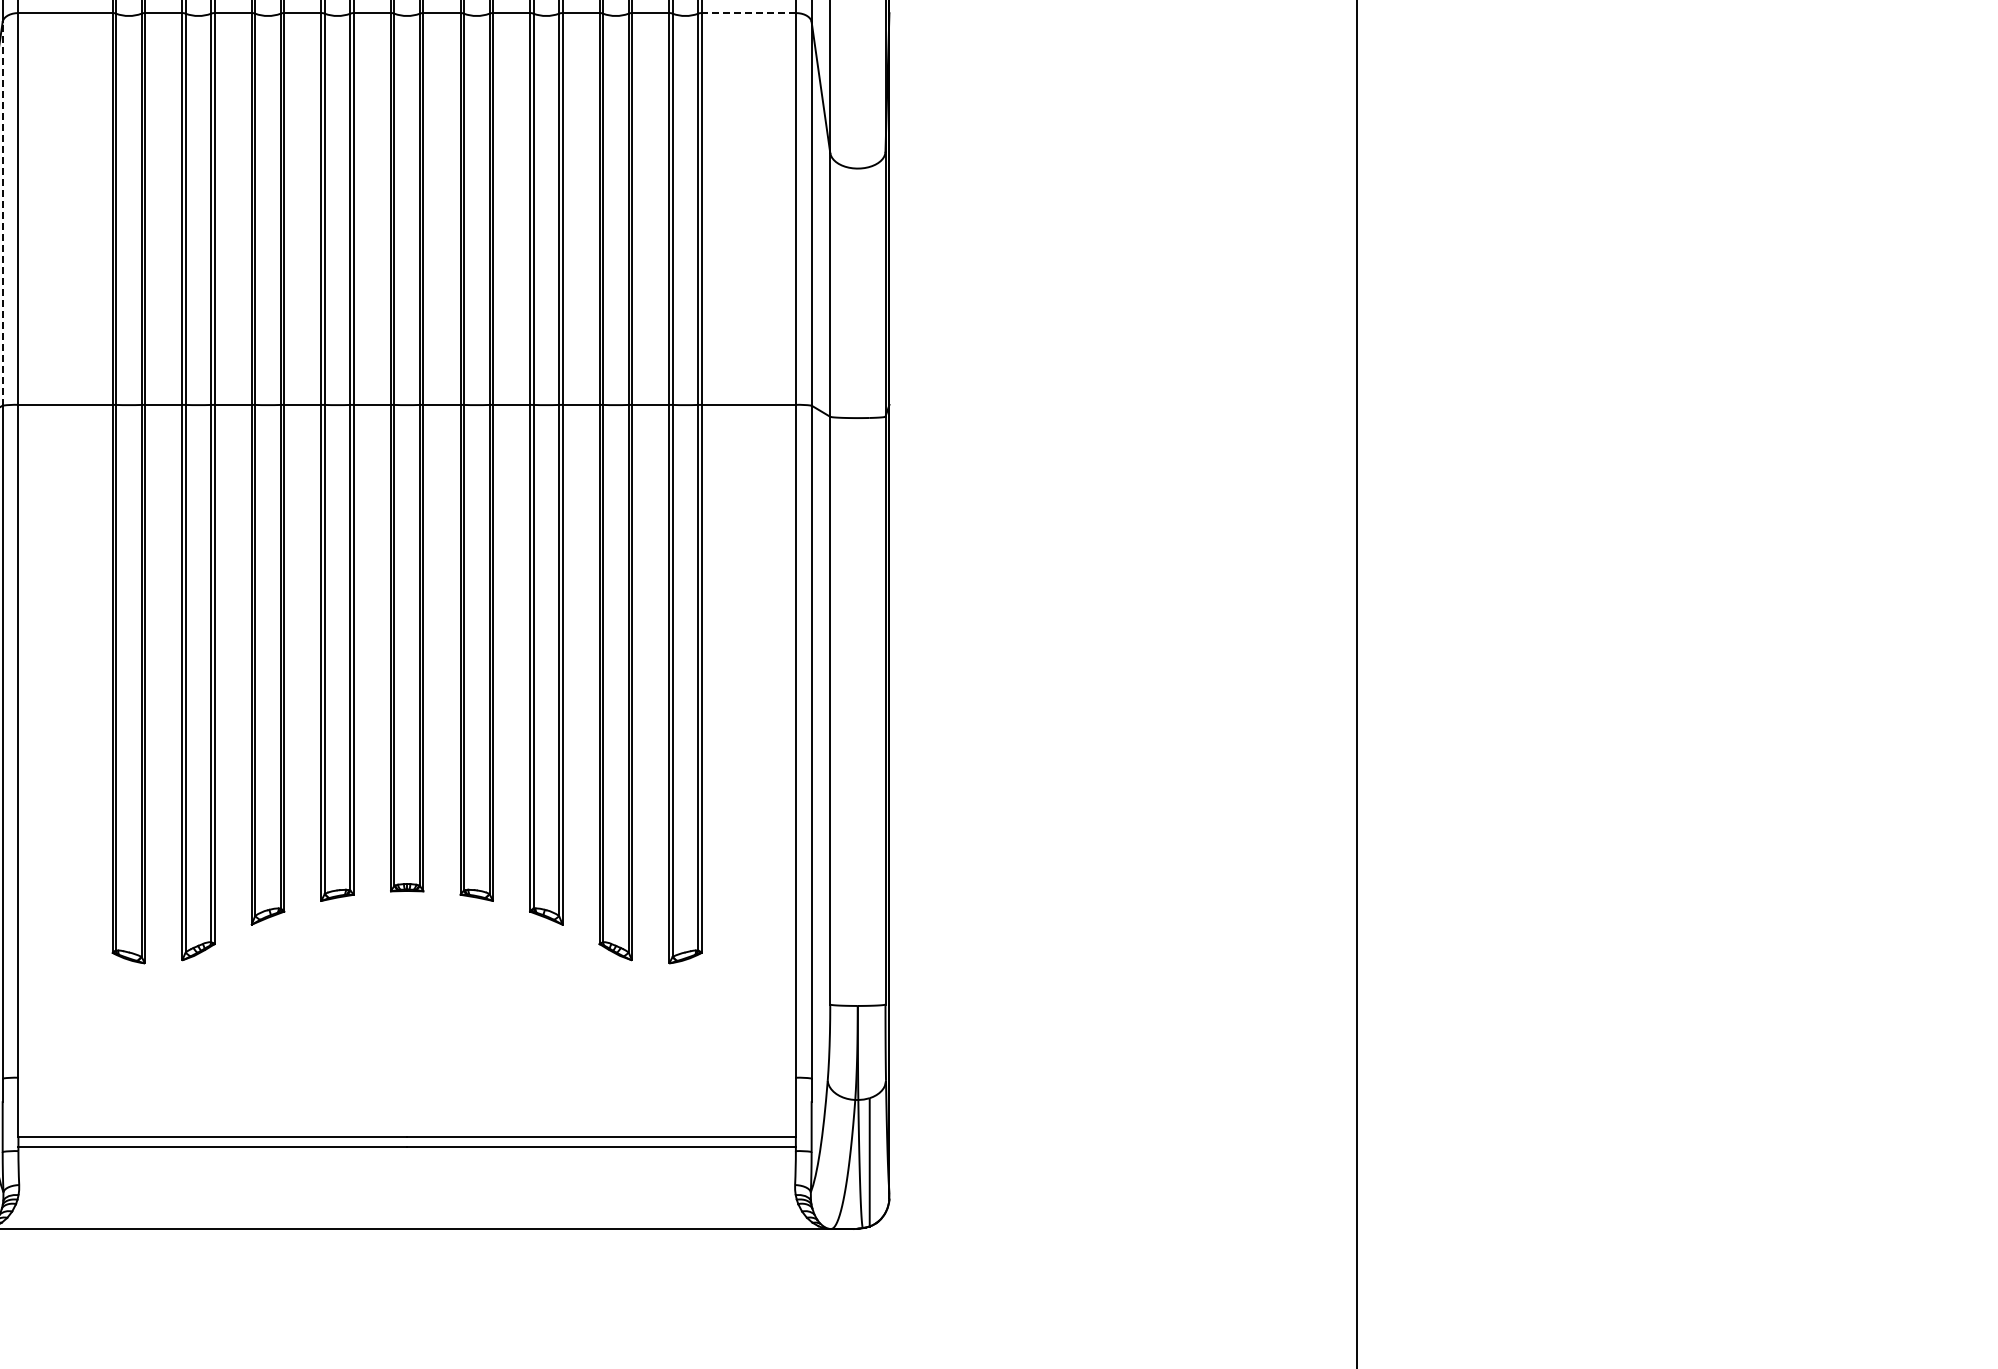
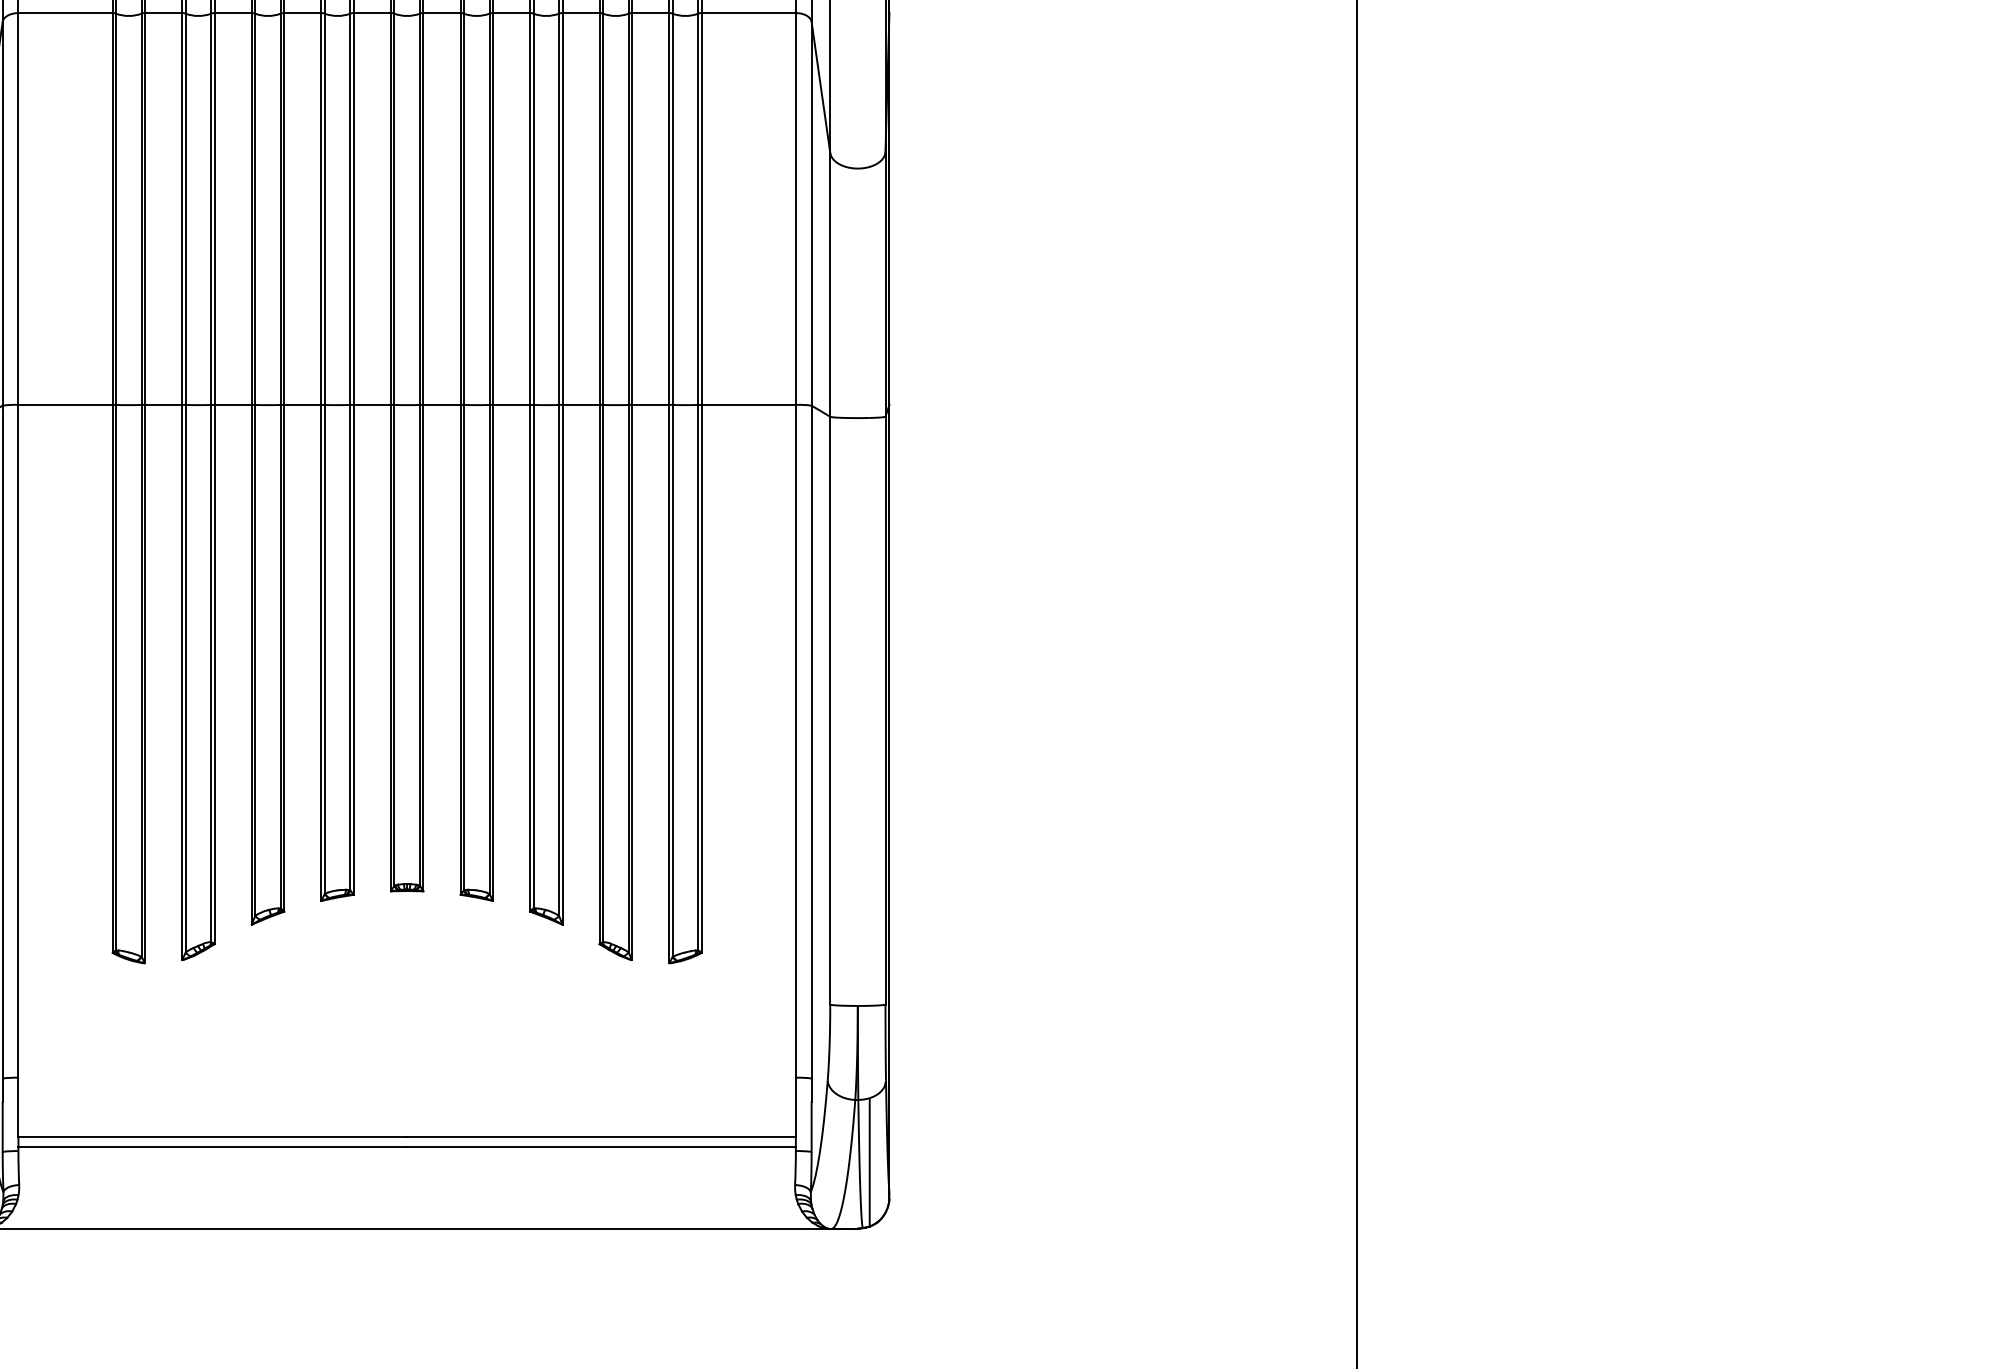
line at (748, 13): dashed -> solid
line at (2, 213): dashed -> solid
